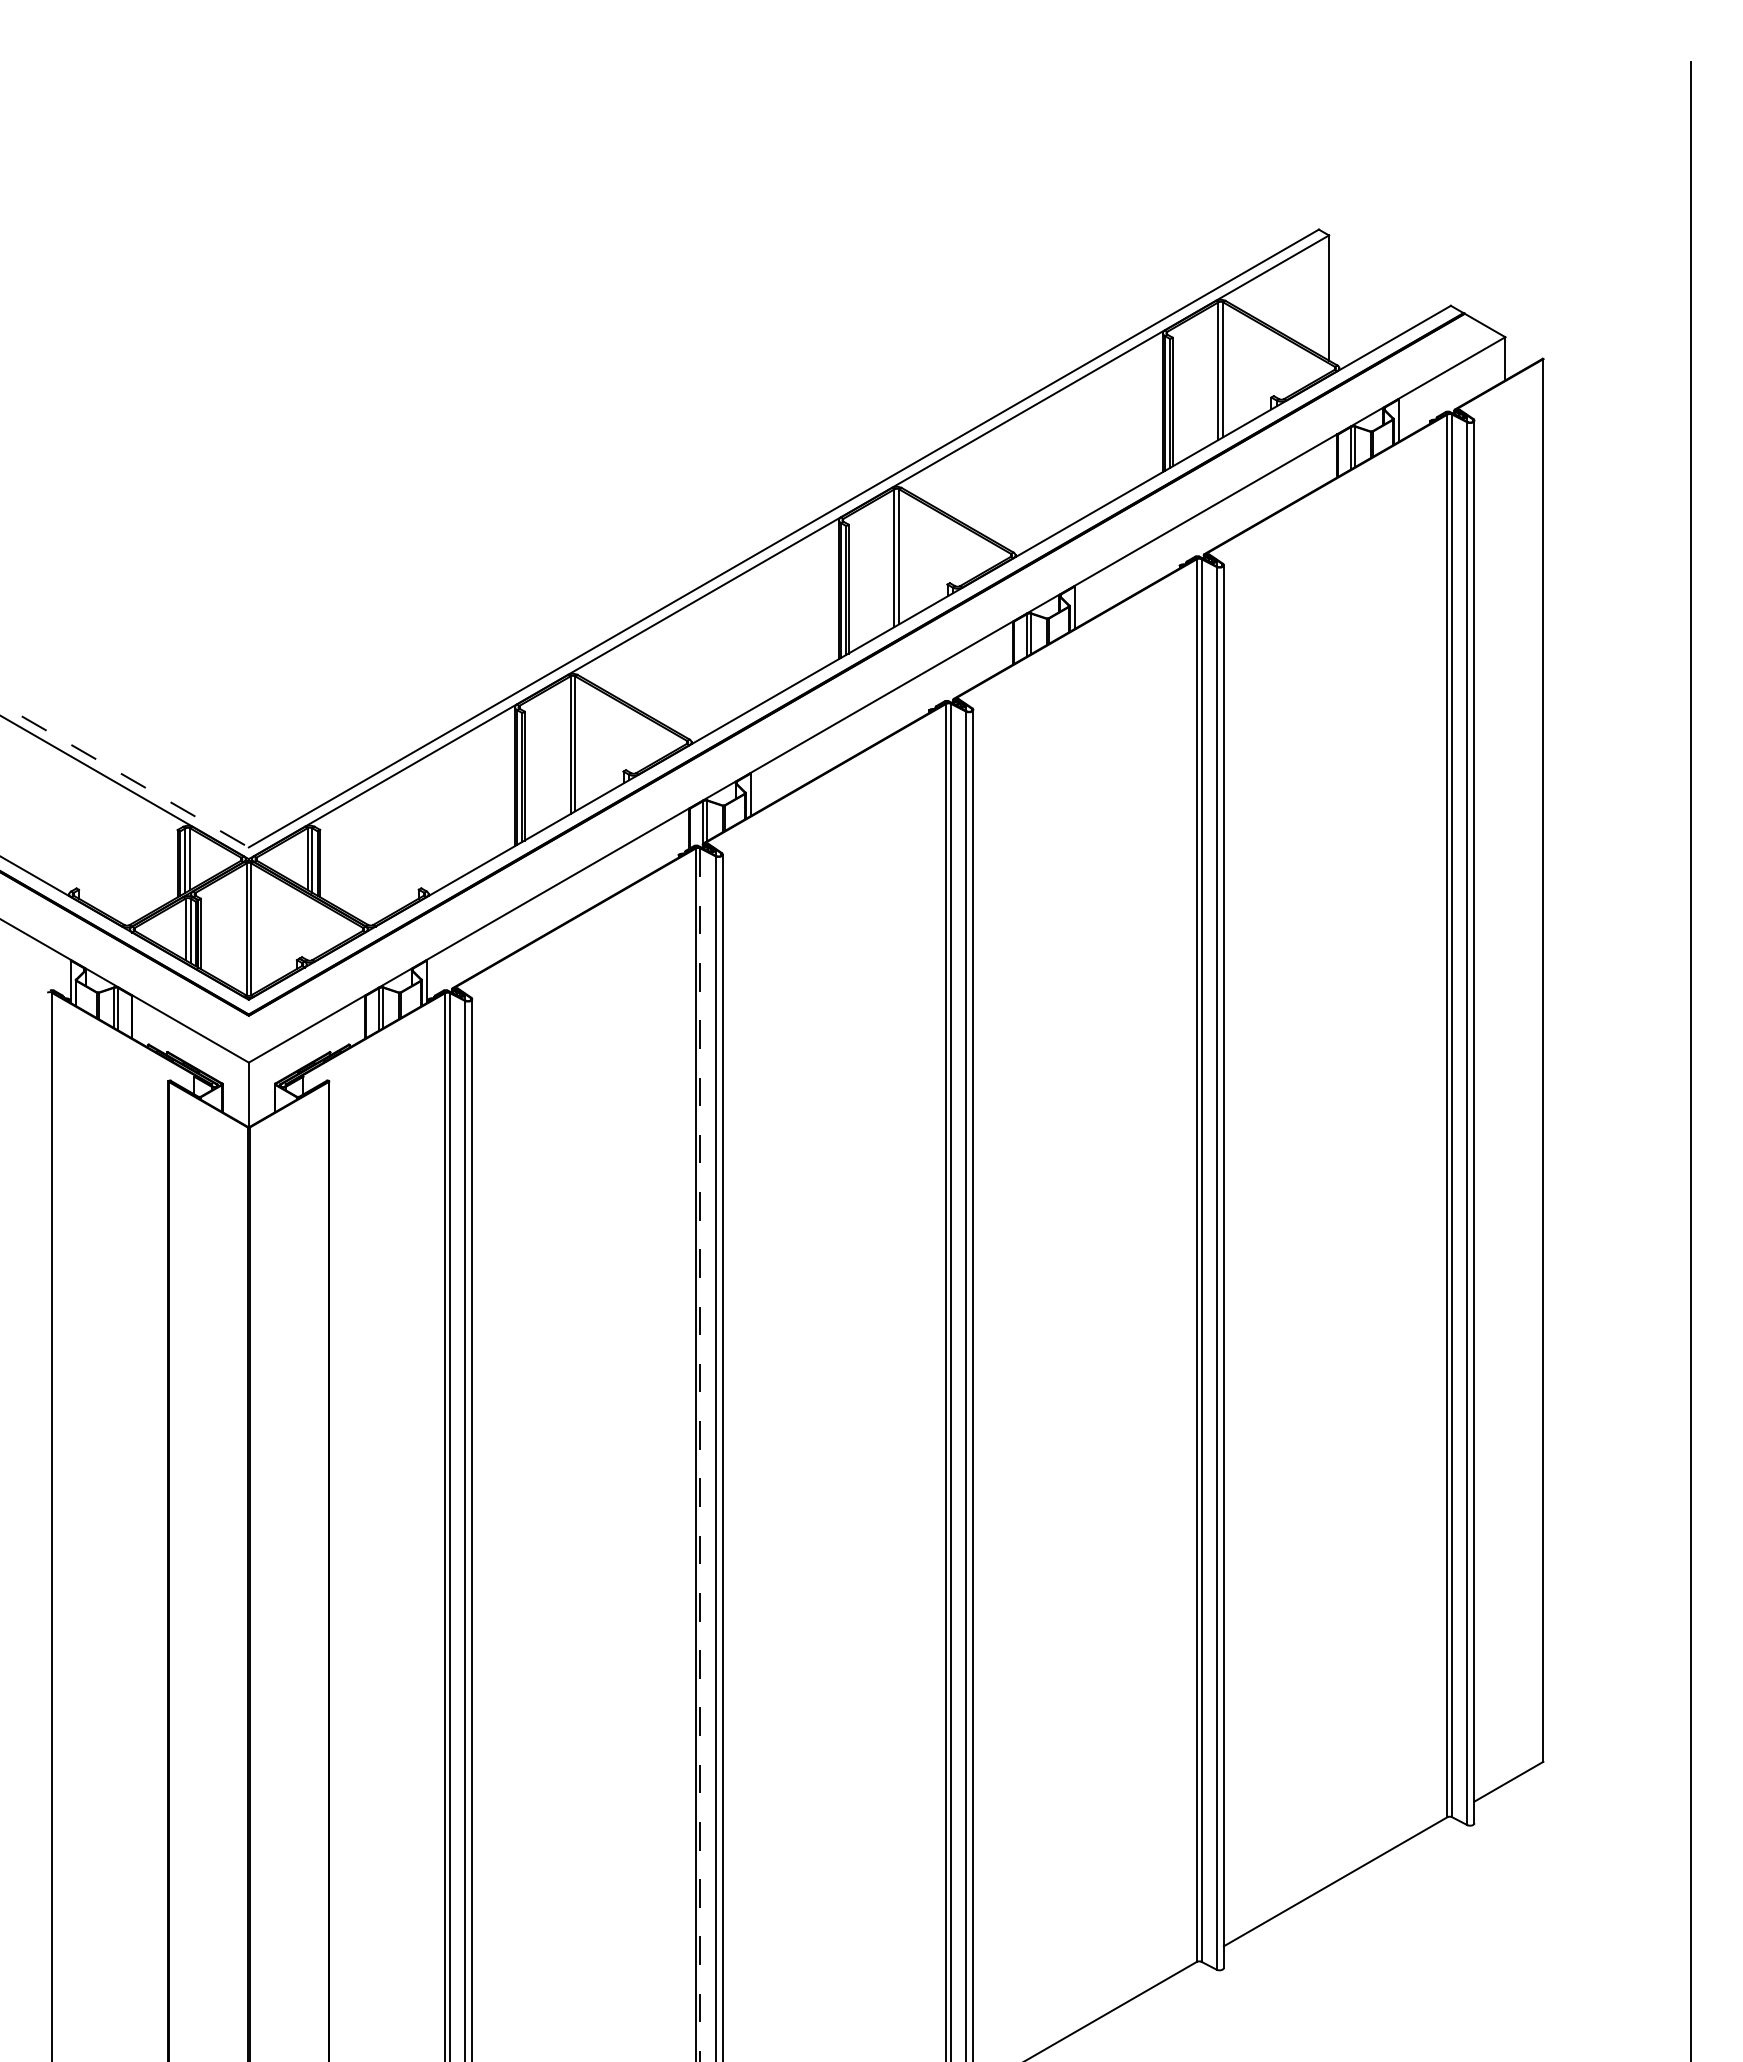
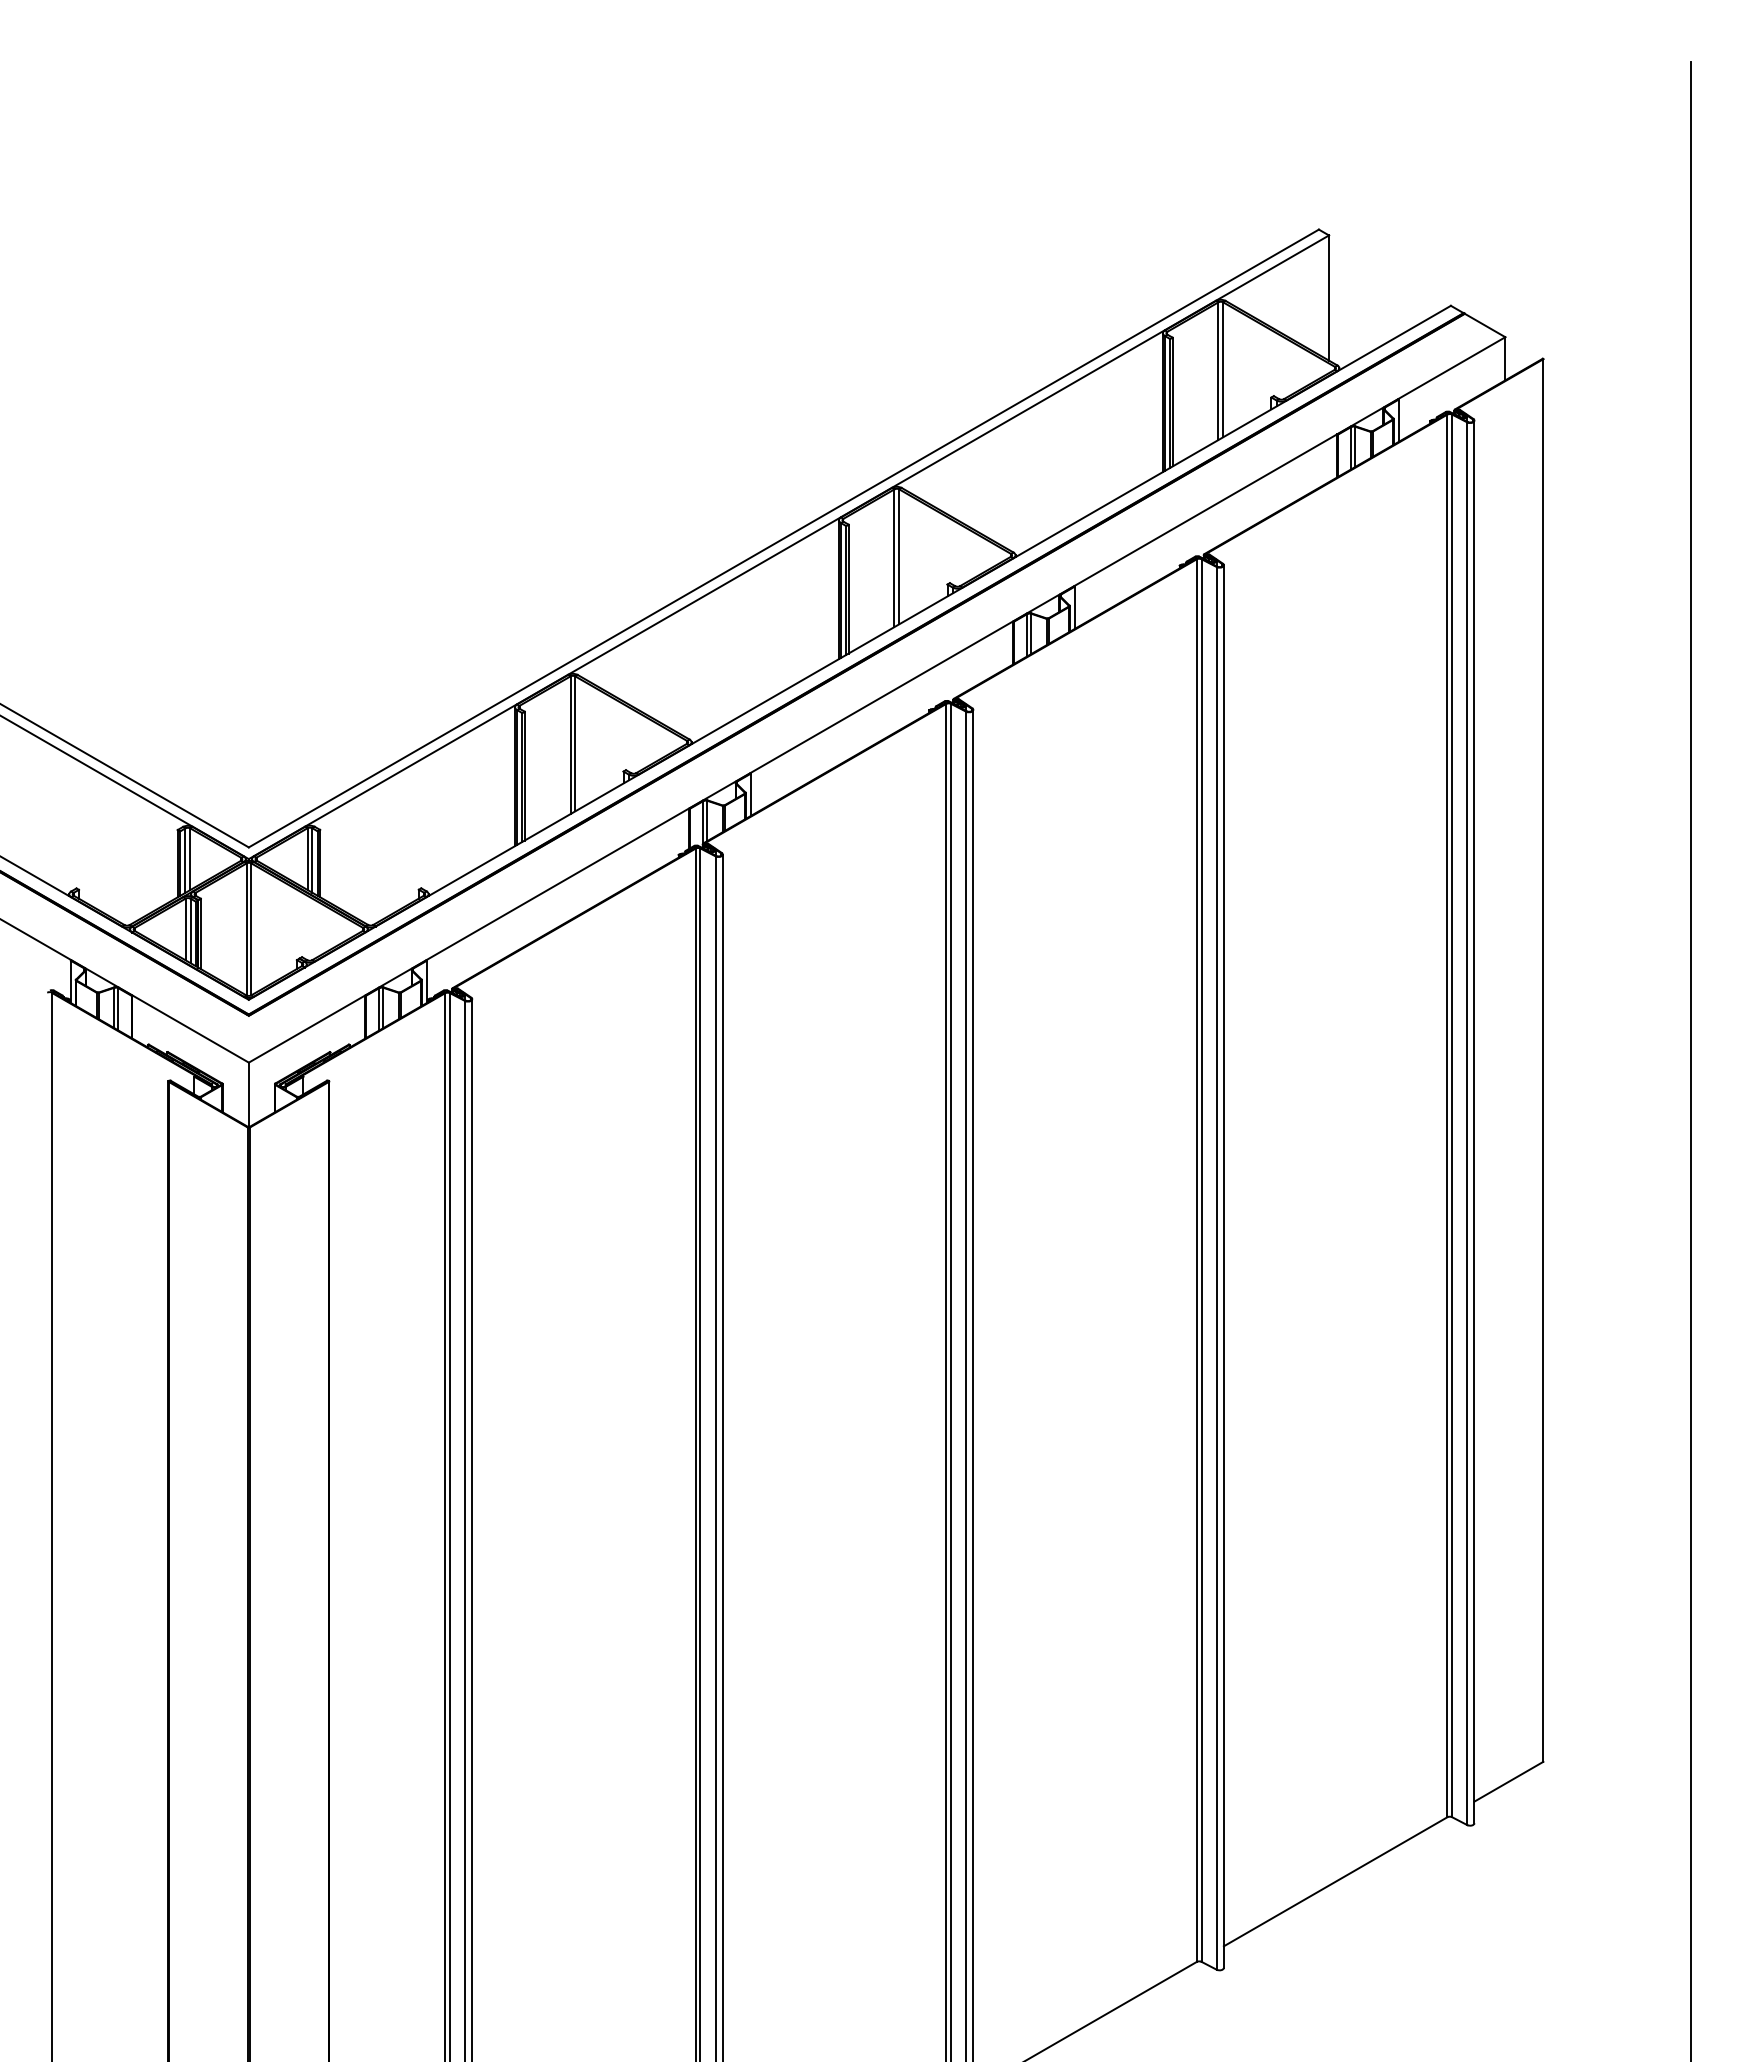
line at (125, 775): dashed -> solid
line at (700, 1455): dashed -> solid
